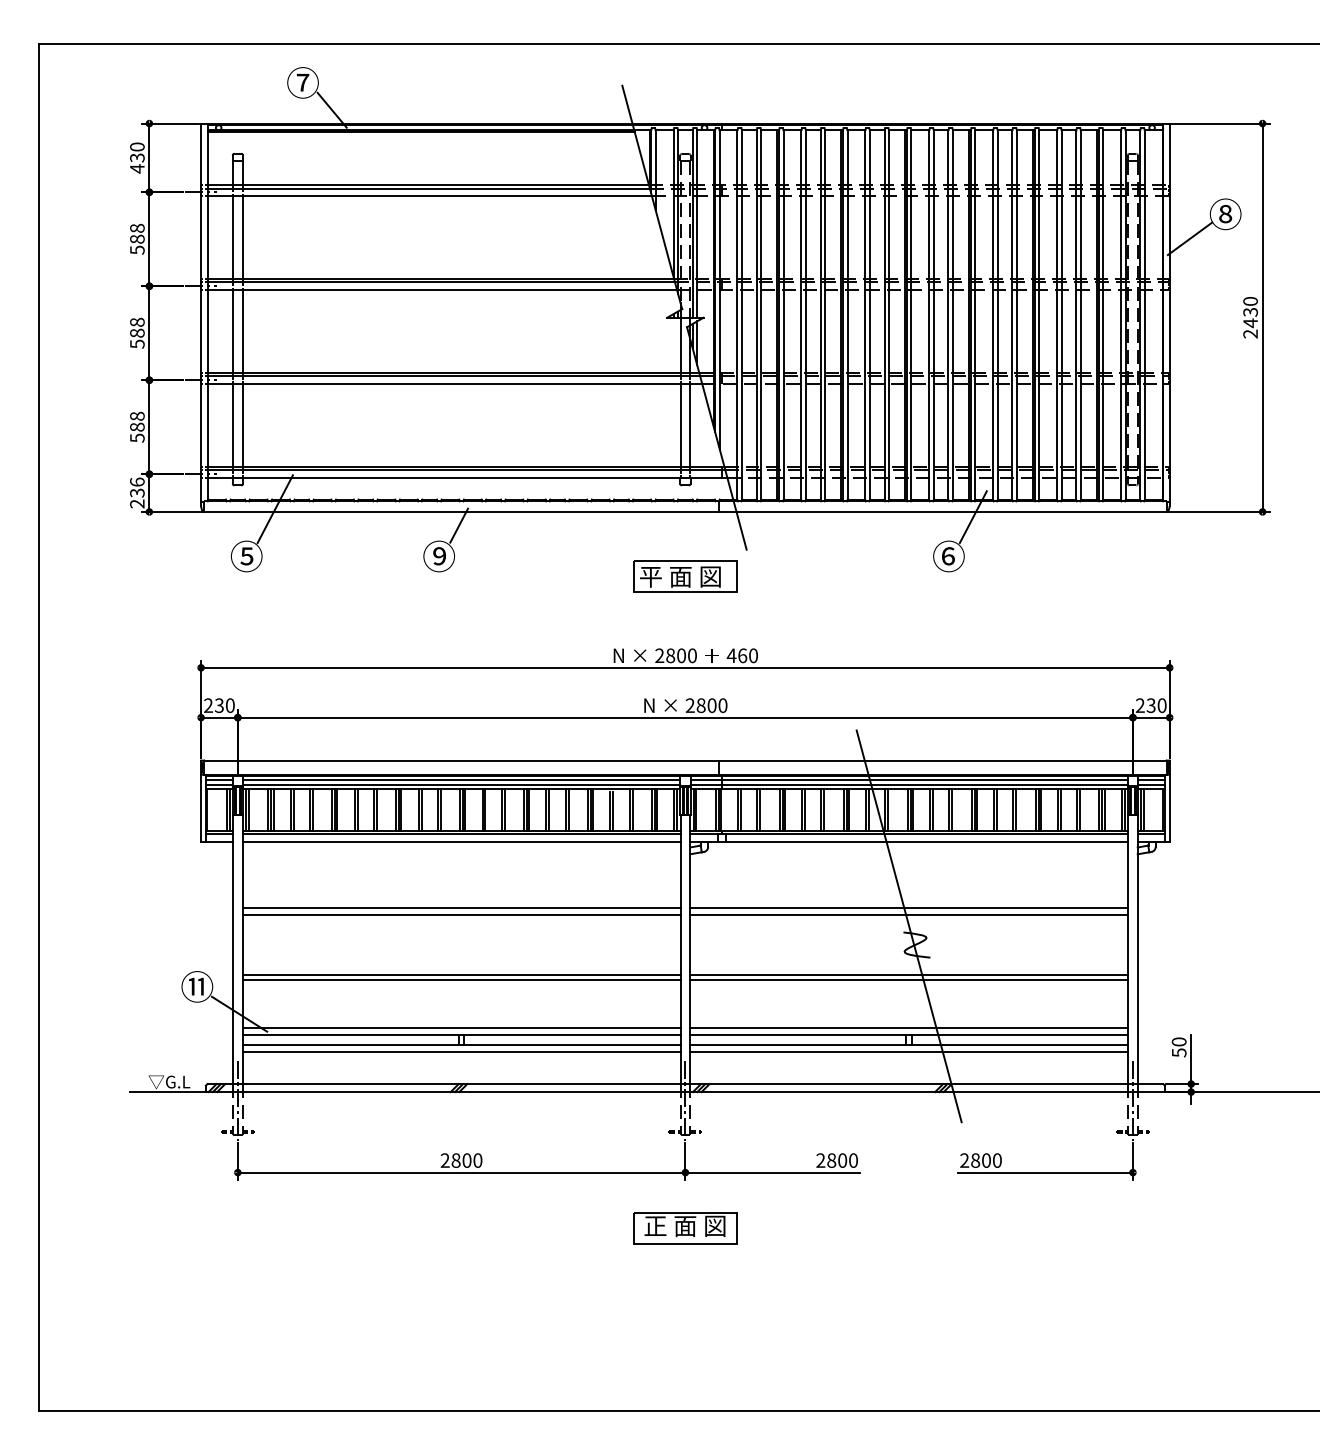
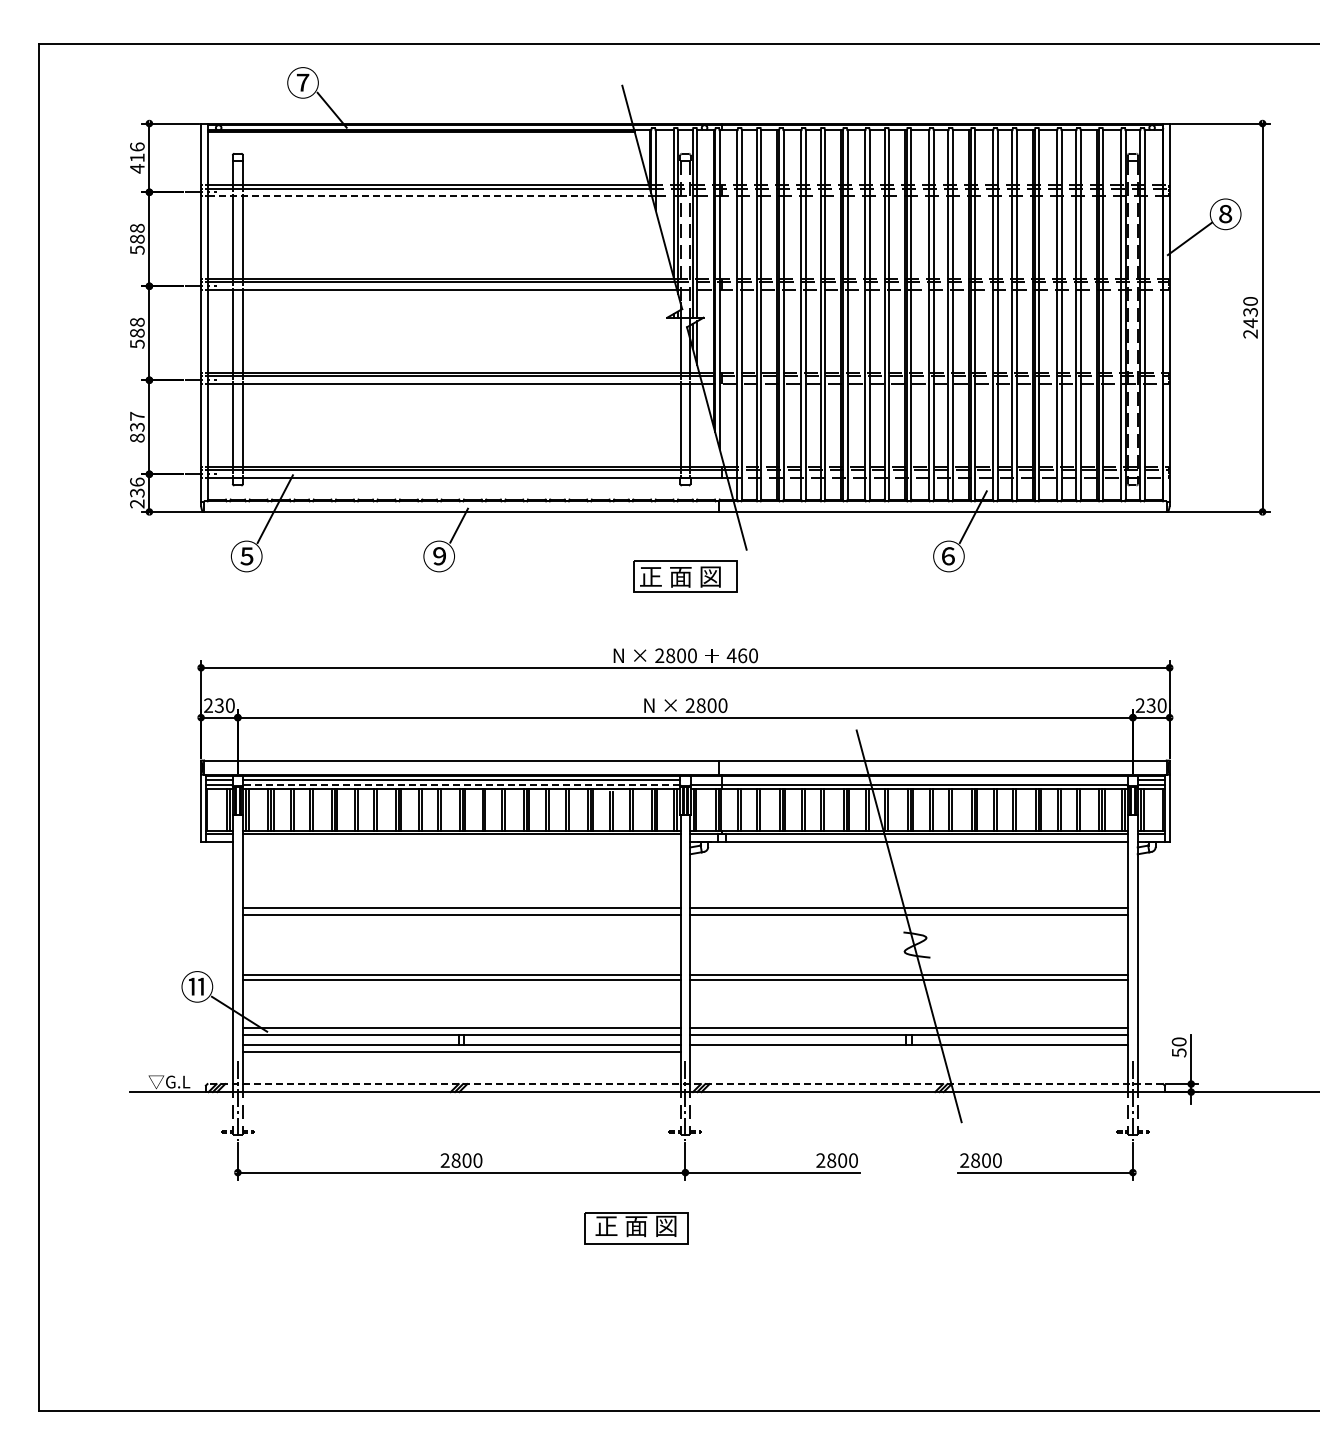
text at (137, 152): 430 -> 416
line at (430, 196): solid -> dashed
text at (137, 426): 588 -> 837
text at (650, 577): 平 面 図 -> 正 面 図
line at (908, 780): present -> none
line at (461, 784): solid -> dashed
line at (461, 841): present -> none
line at (909, 1052): present -> none
line at (685, 1084): solid -> dashed
part at (685, 1228) position: (685, 1228) -> (636, 1228)
